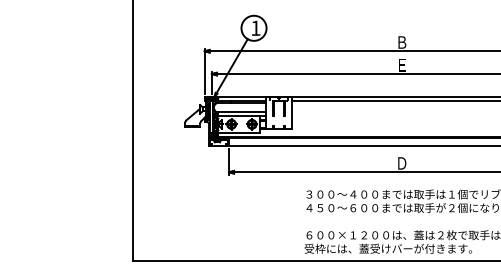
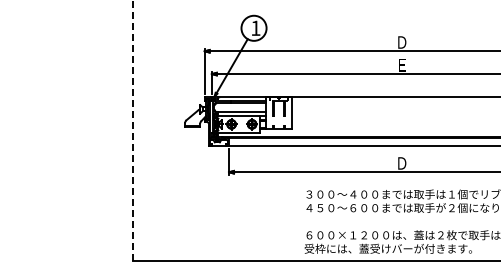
text at (402, 42): Ｂ -> Ｄ
line at (394, 101): present -> none
line at (133, 130): solid -> dashed
